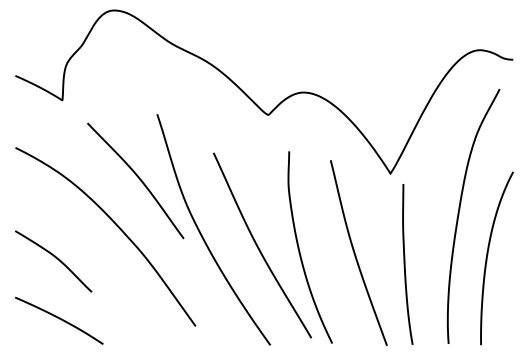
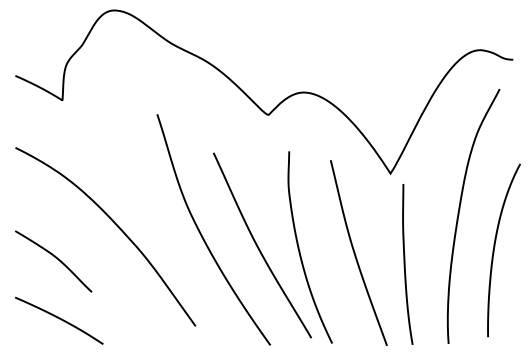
curve at (137, 177): present -> none
curve at (488, 254) position: (488, 254) -> (495, 246)
